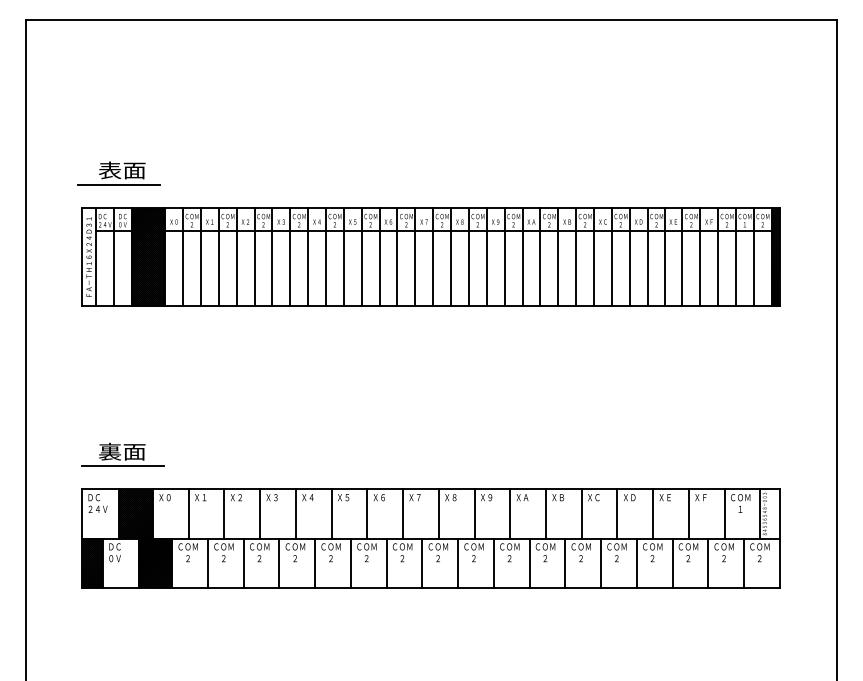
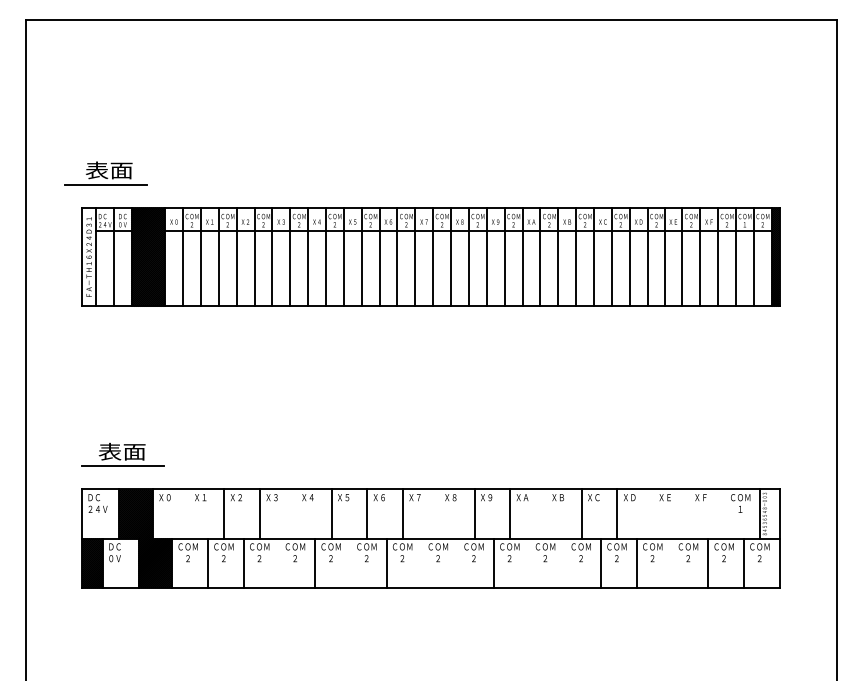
part at (118, 173) position: (118, 173) -> (105, 173)
text at (109, 452): 裏面 -> 表面
line at (188, 513): present -> none
line at (295, 513): present -> none
line at (438, 513): present -> none
line at (546, 513): present -> none
line at (653, 513): present -> none
line at (688, 513): present -> none
line at (724, 513): present -> none
line at (279, 562): present -> none
line at (350, 562): present -> none
line at (422, 562): present -> none
line at (458, 562): present -> none
line at (529, 562): present -> none
line at (565, 562): present -> none
line at (672, 562): present -> none
